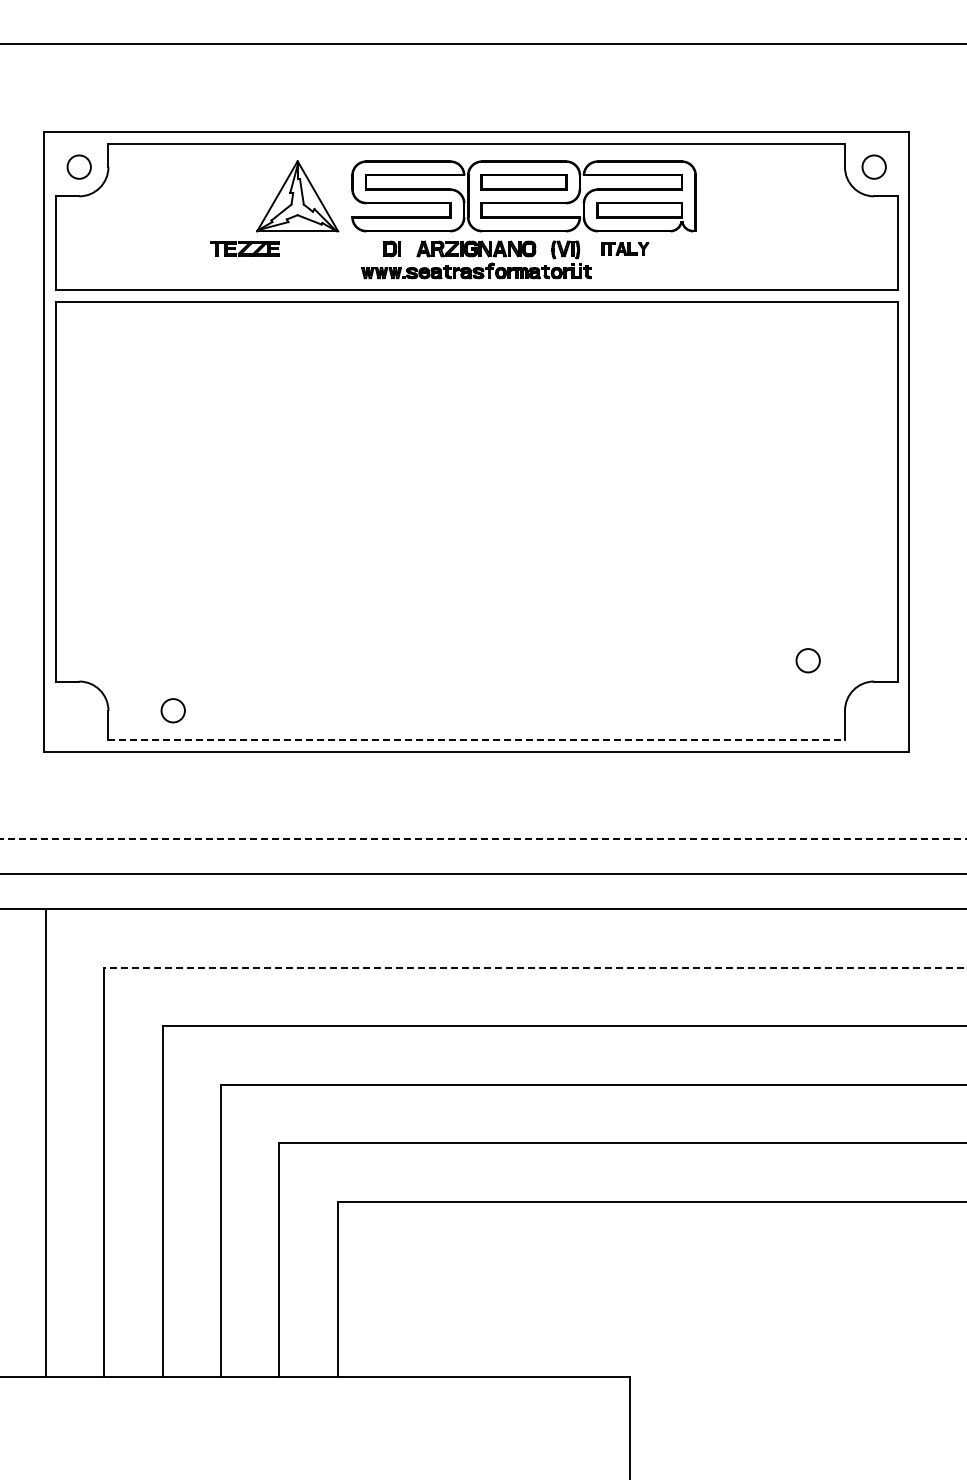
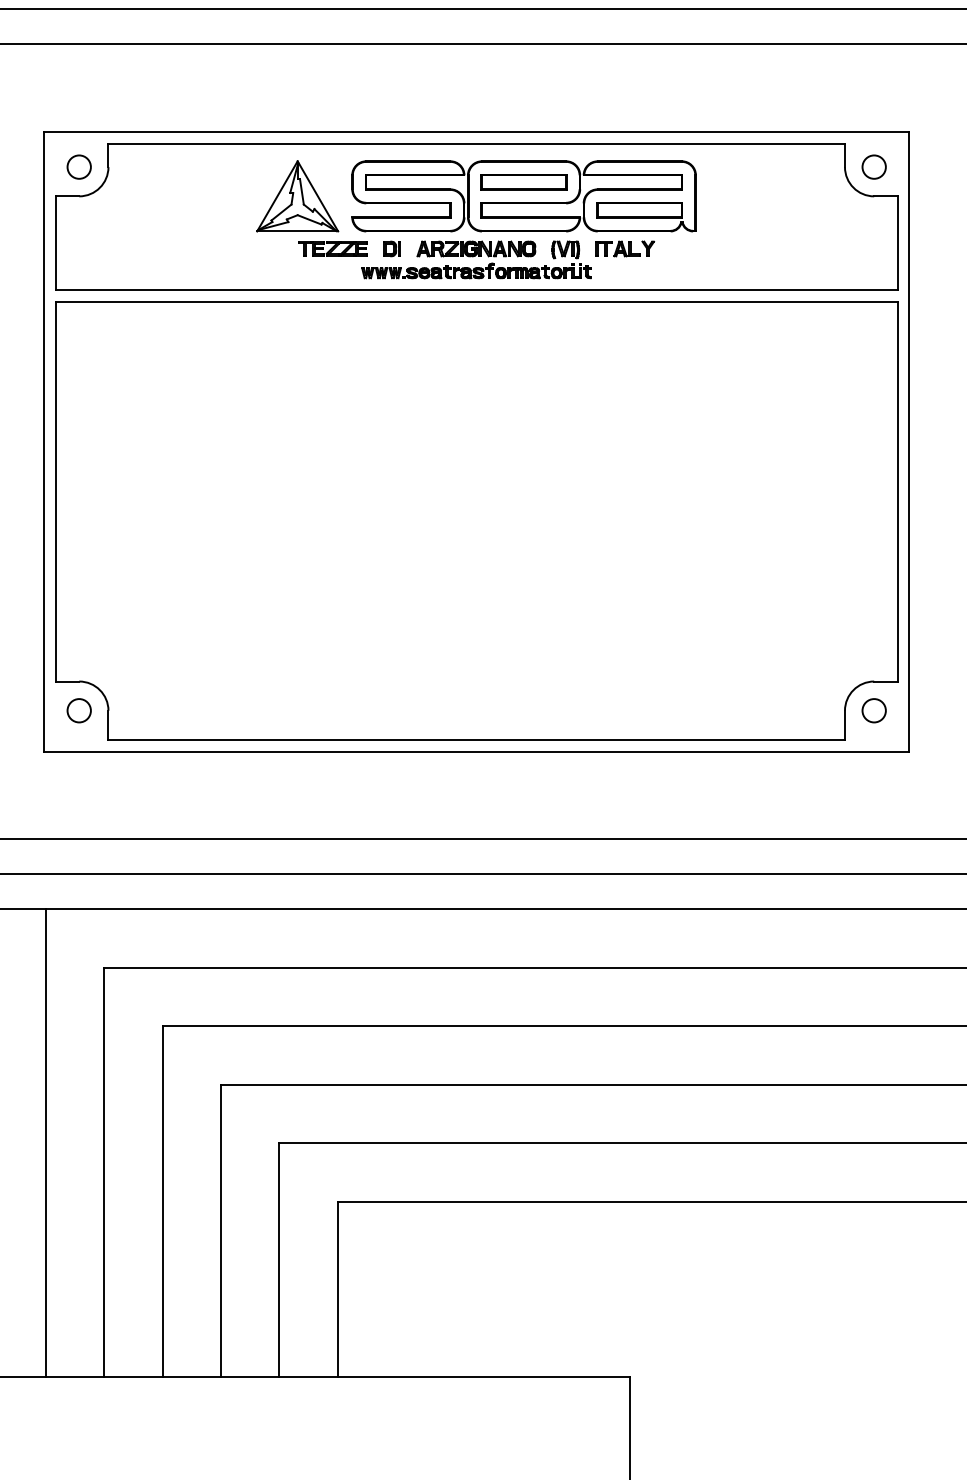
line at (482, 9): none -> present
part at (244, 248) position: (244, 248) -> (332, 248)
part at (625, 248) size: 49x14 px -> 61x18 px
circle at (807, 660) position: (807, 660) -> (873, 710)
circle at (172, 710) position: (172, 710) -> (78, 710)
line at (477, 739): dashed -> solid
line at (483, 839): dashed -> solid
line at (534, 967): dashed -> solid
